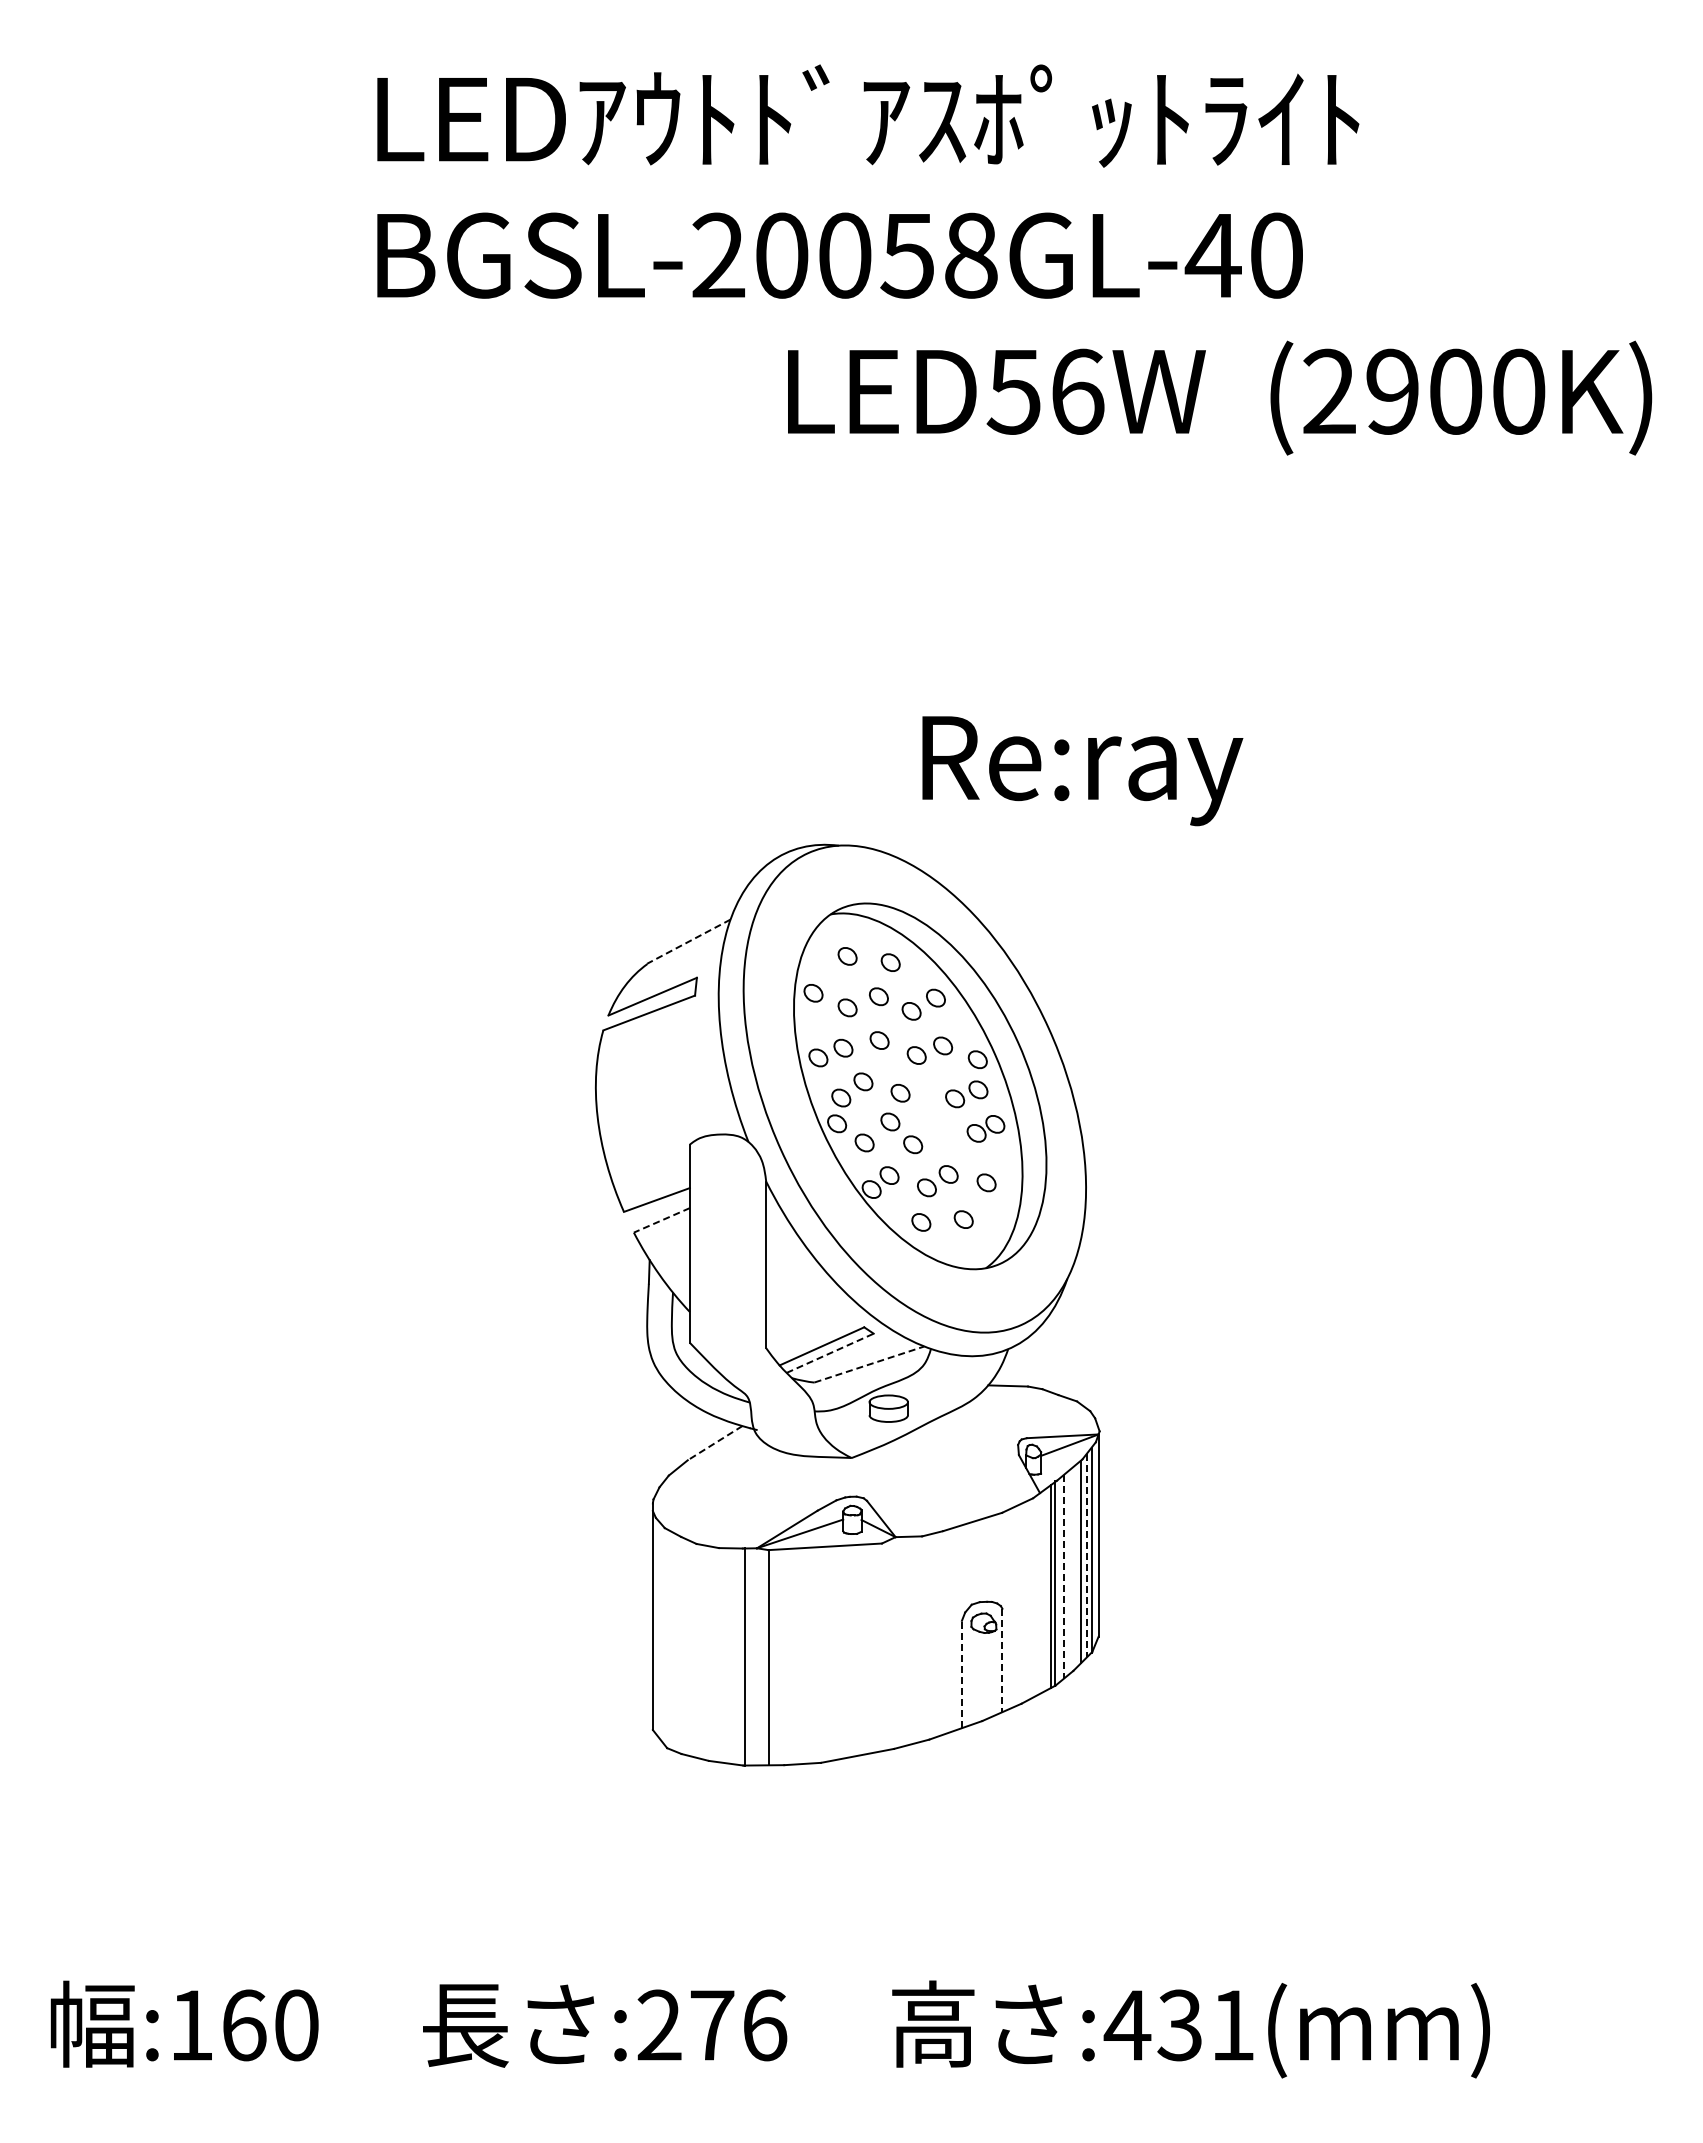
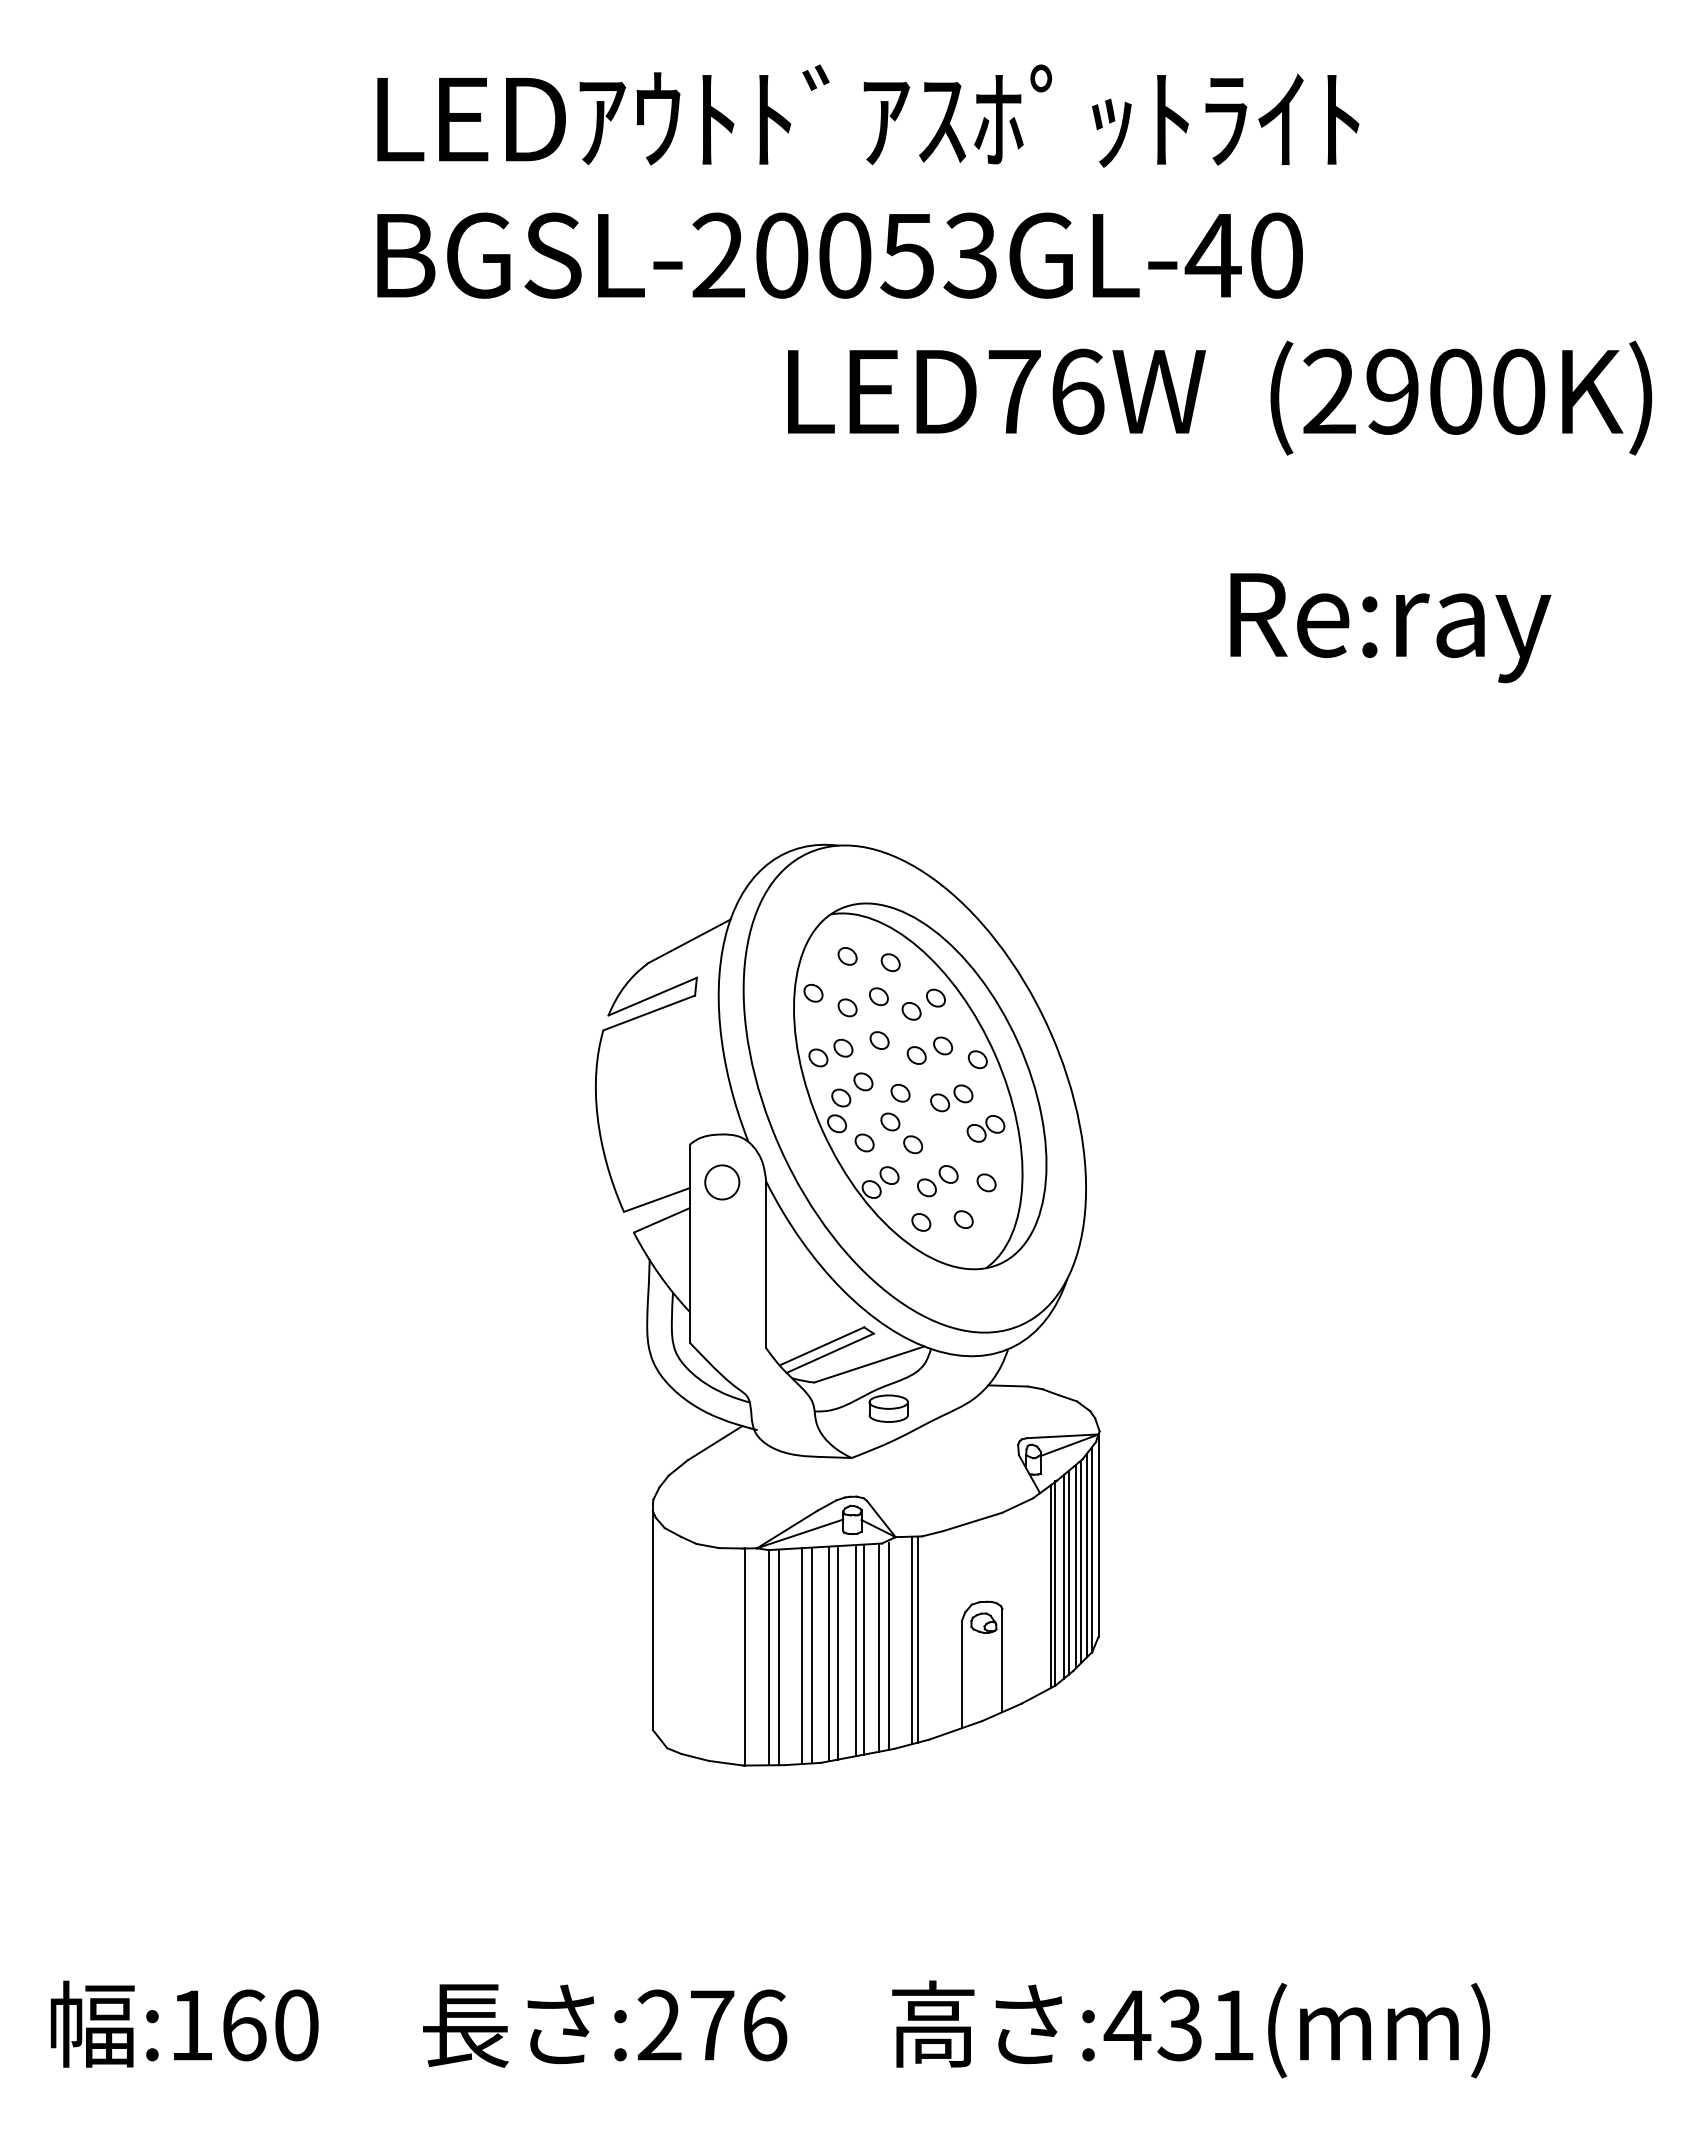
text at (970, 255): BGSL-20058GL-40 -> BGSL-20053GL-40
text at (1013, 392): LED56W -> LED76W
text at (1082, 771) position: (1082, 771) -> (1390, 628)
line at (688, 941): dashed -> solid
part at (966, 1094) position: (966, 1094) -> (951, 1098)
circle at (722, 1182): none -> present
line at (661, 1220): dashed -> solid
line at (830, 1353): dashed -> solid
line at (869, 1364): dashed -> solid
line at (714, 1443): dashed -> solid
line at (1086, 1555): dashed -> solid
line at (1076, 1566): none -> present
line at (1068, 1572): none -> present
line at (1063, 1576): dashed -> solid
line at (917, 1639): none -> present
line at (911, 1640): none -> present
line at (889, 1645): none -> present
line at (878, 1647): none -> present
line at (863, 1649): none -> present
line at (855, 1650): none -> present
line at (838, 1652): none -> present
line at (828, 1653): none -> present
line at (811, 1655): none -> present
line at (801, 1656): none -> present
line at (778, 1657): none -> present
line at (1002, 1660): dashed -> solid
line at (961, 1674): dashed -> solid
